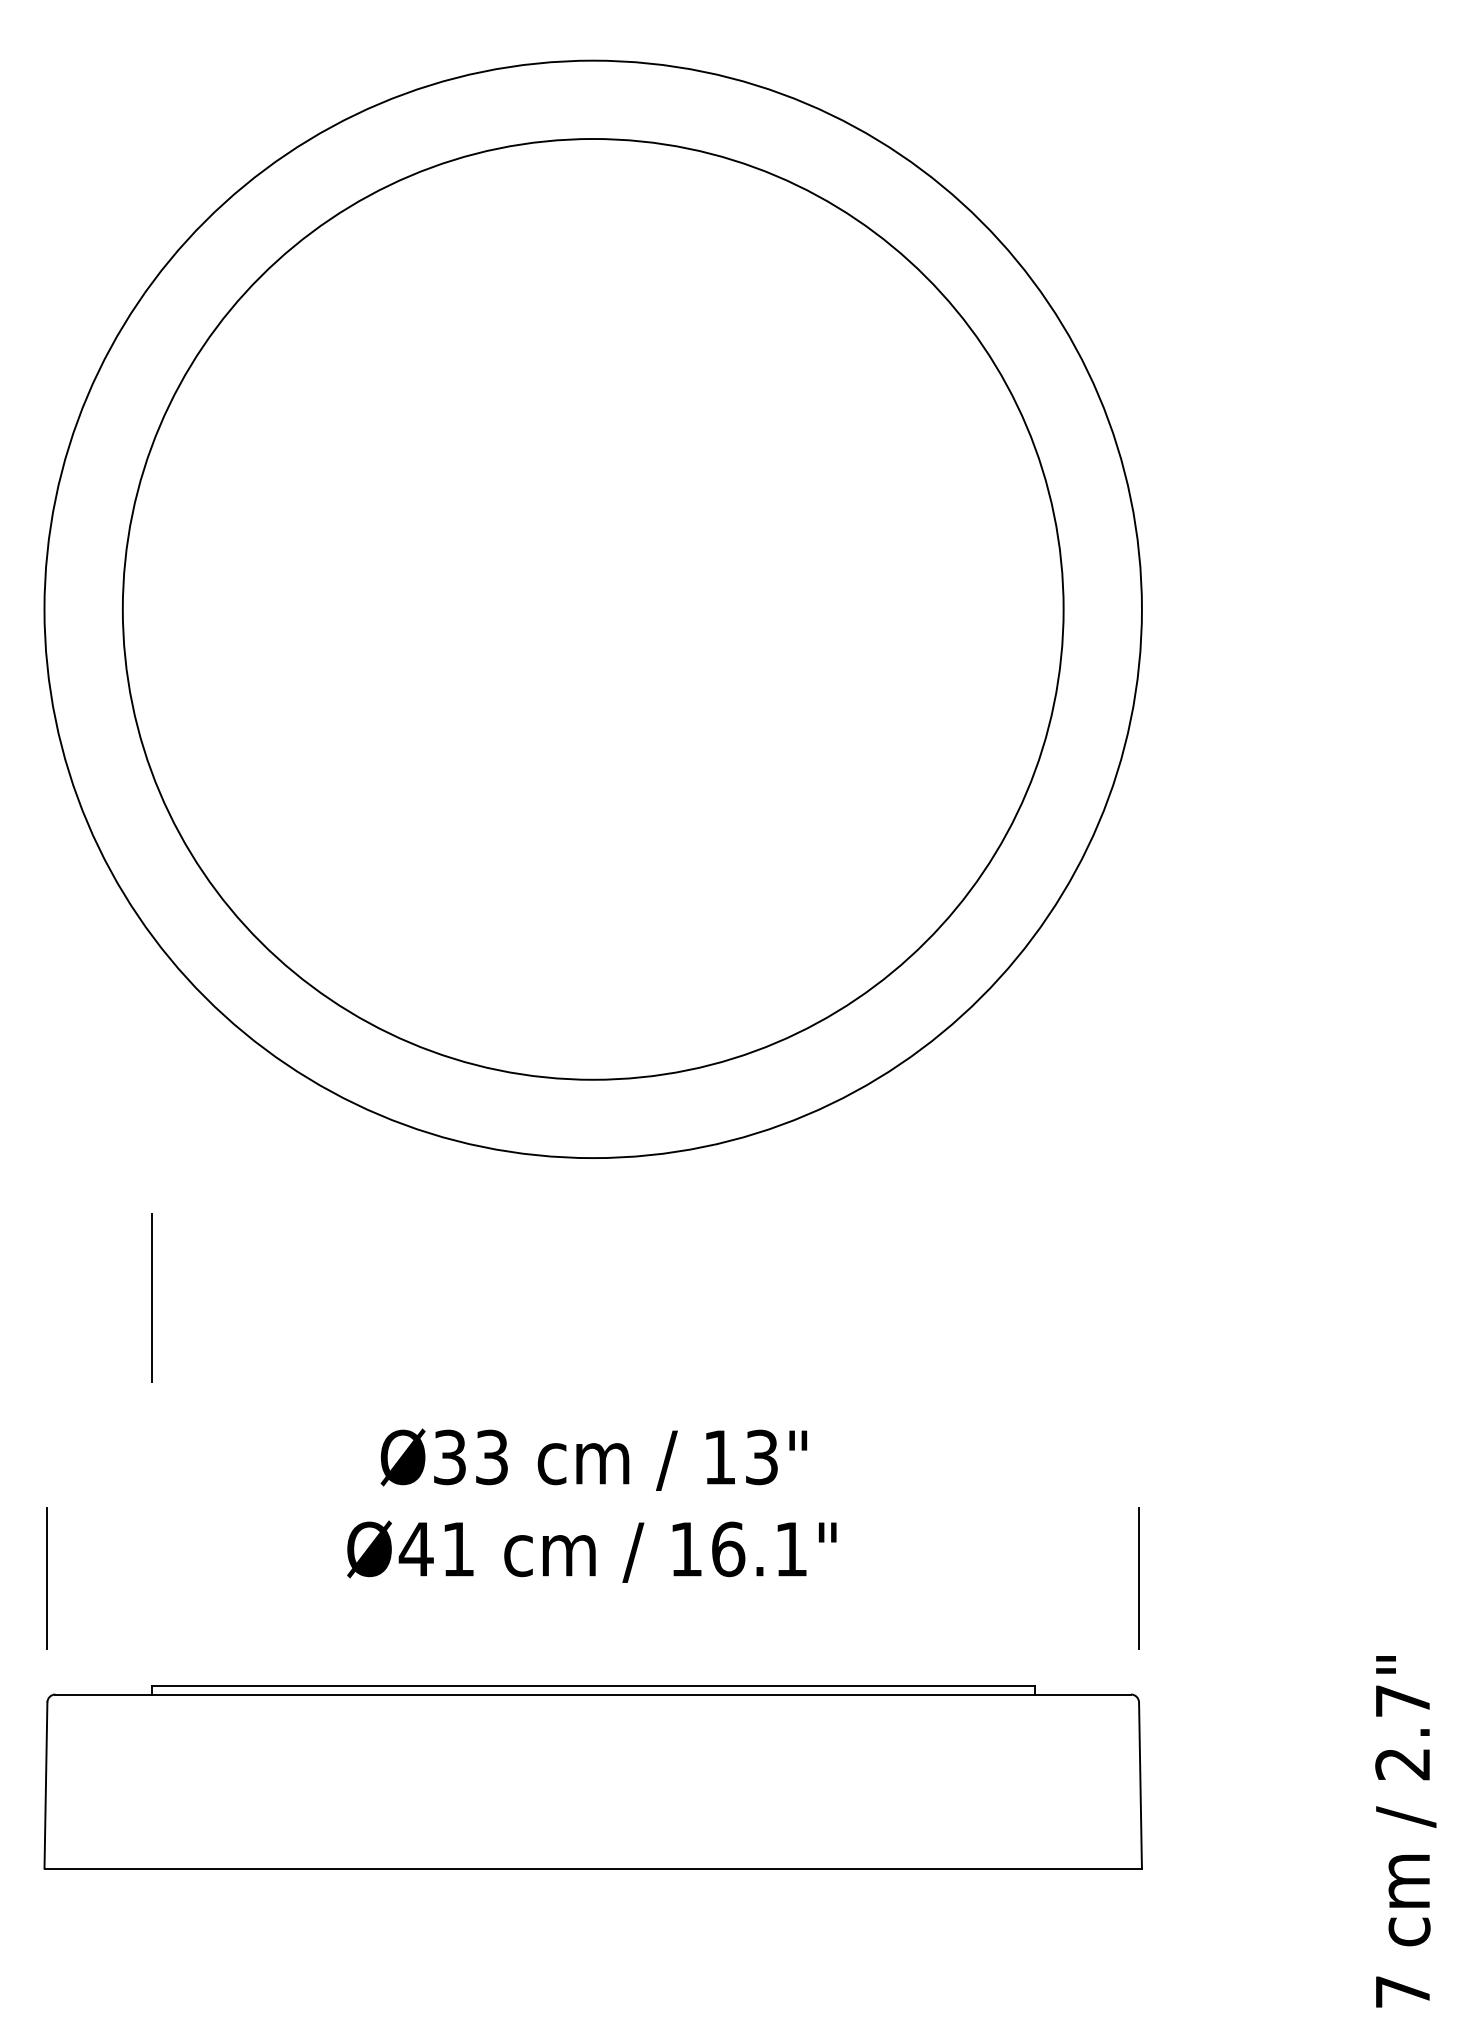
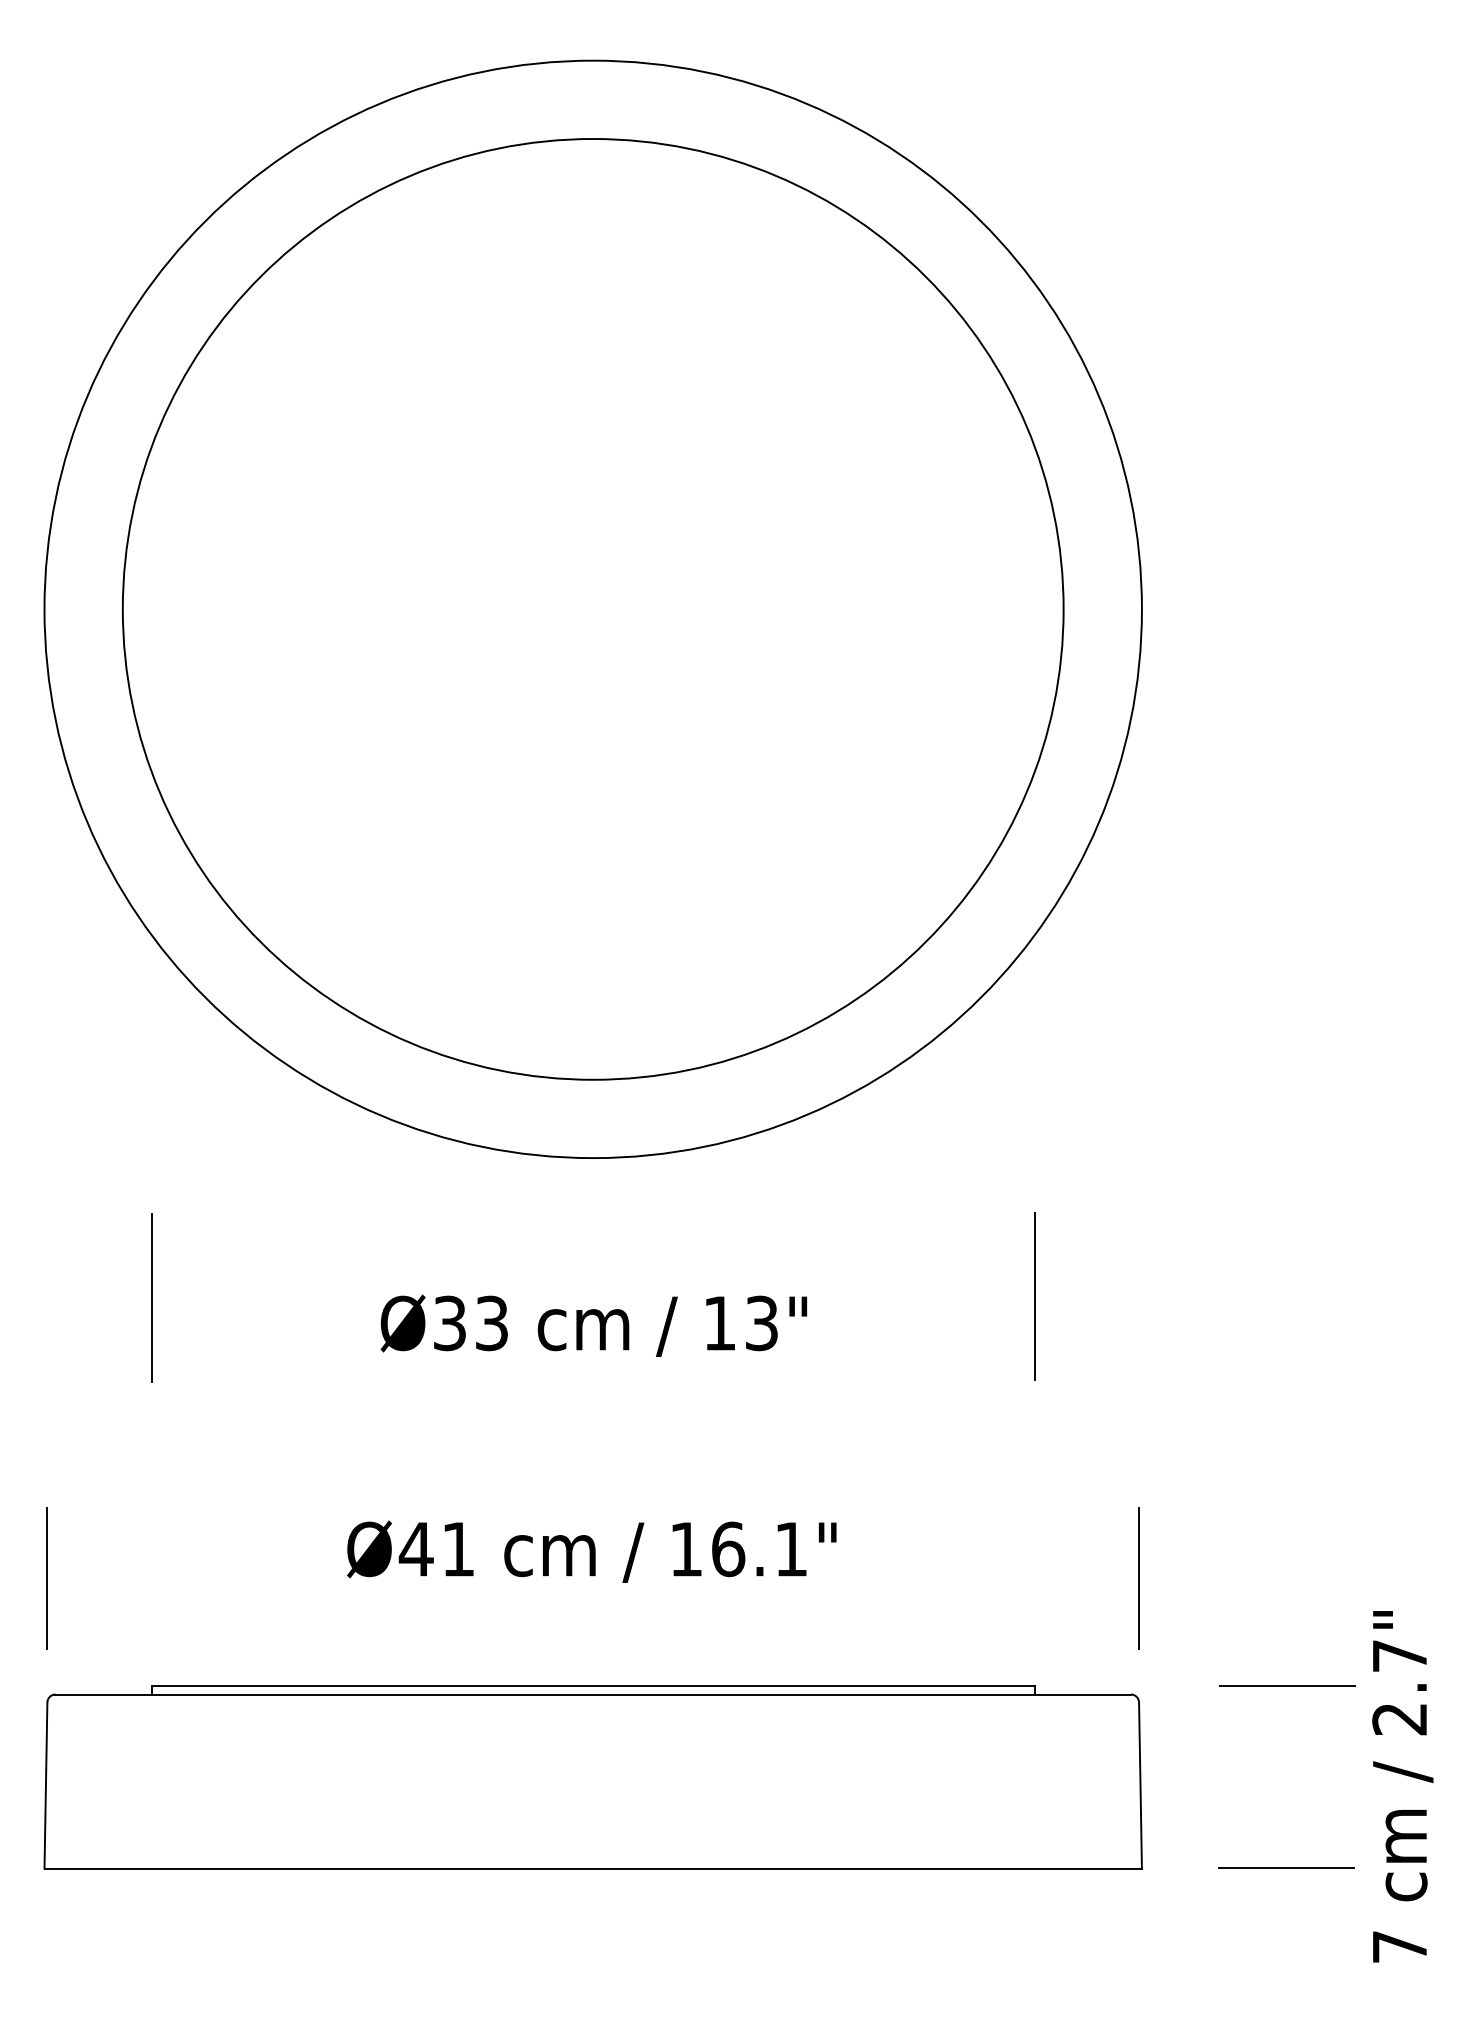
line at (1034, 1295): none -> present
text at (593, 1459) position: (593, 1459) -> (593, 1325)
line at (1287, 1686): none -> present
text at (1405, 1831) position: (1405, 1831) -> (1402, 1786)
line at (1286, 1868): none -> present
